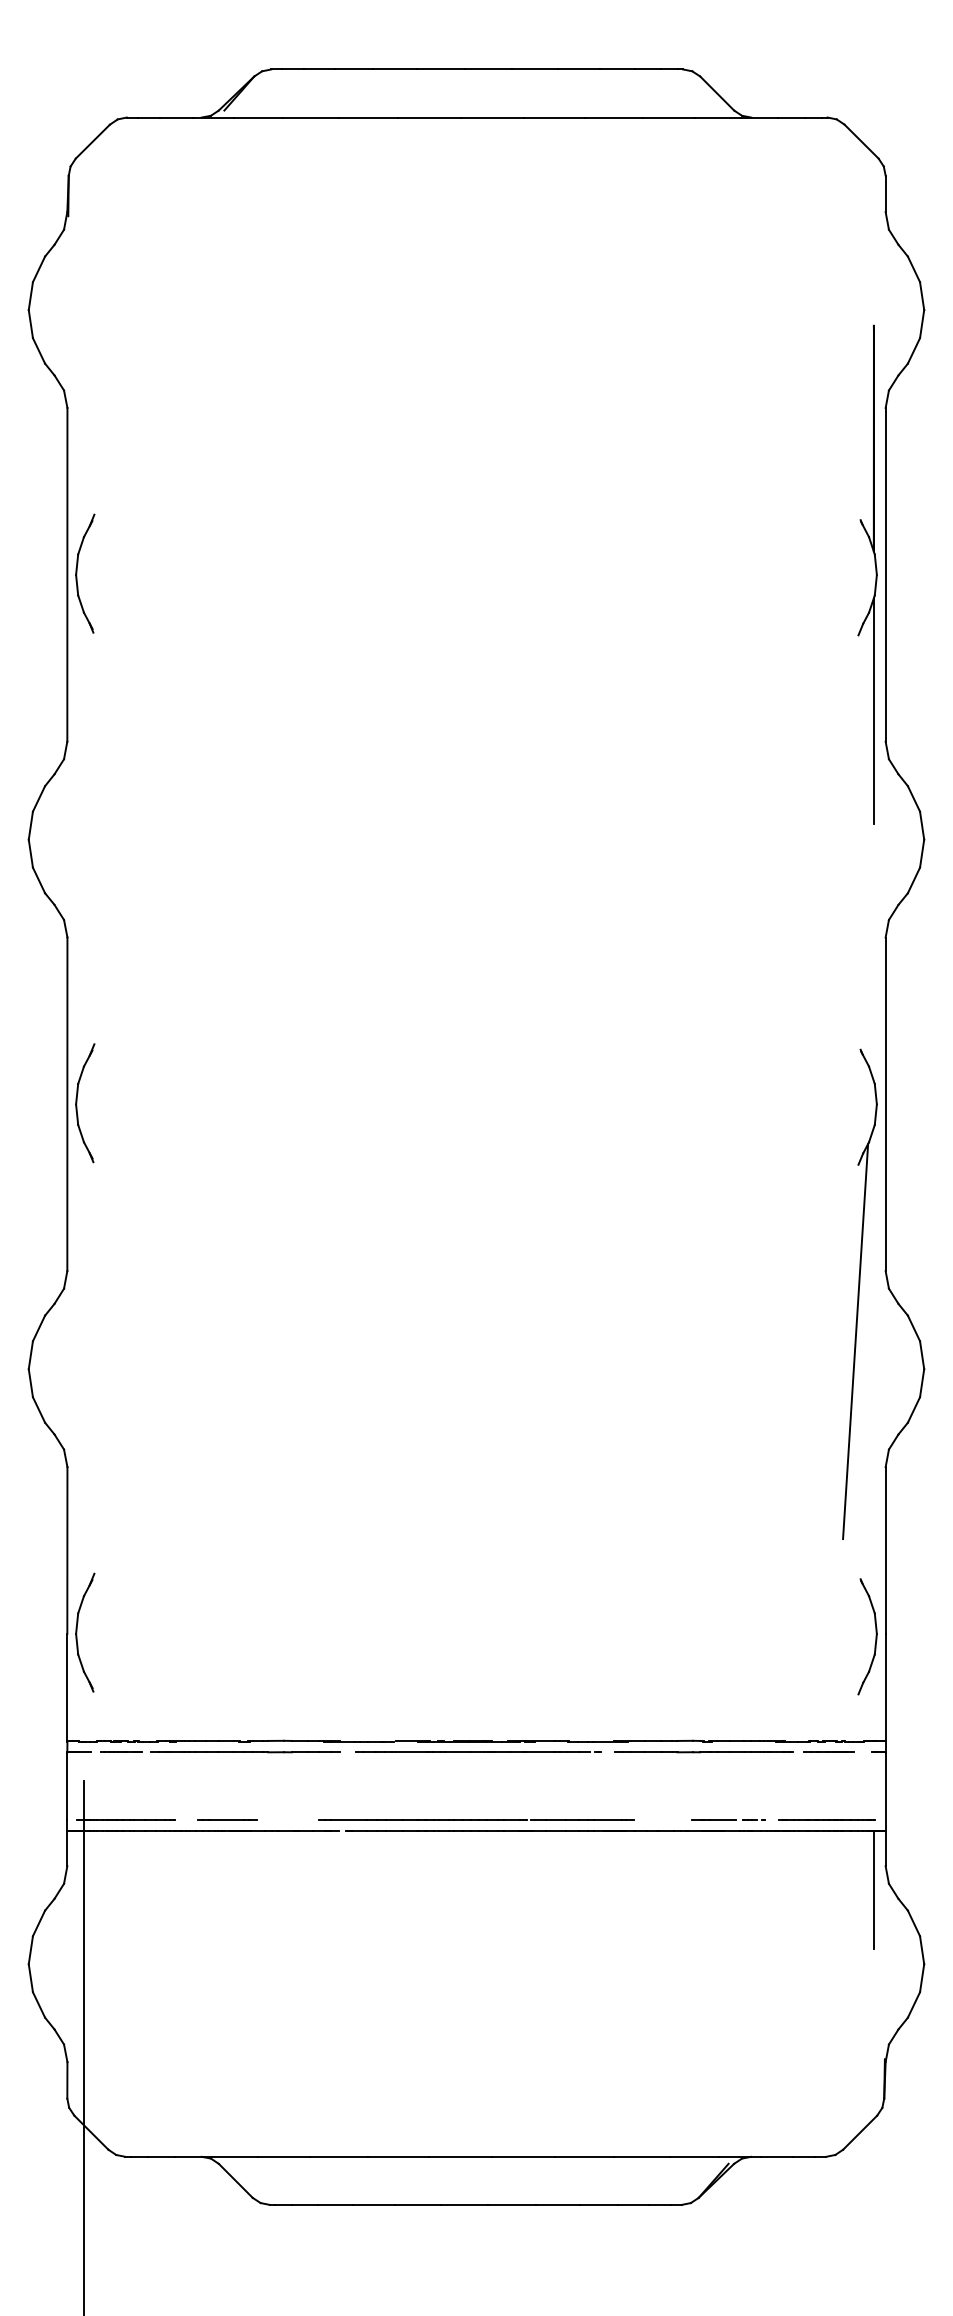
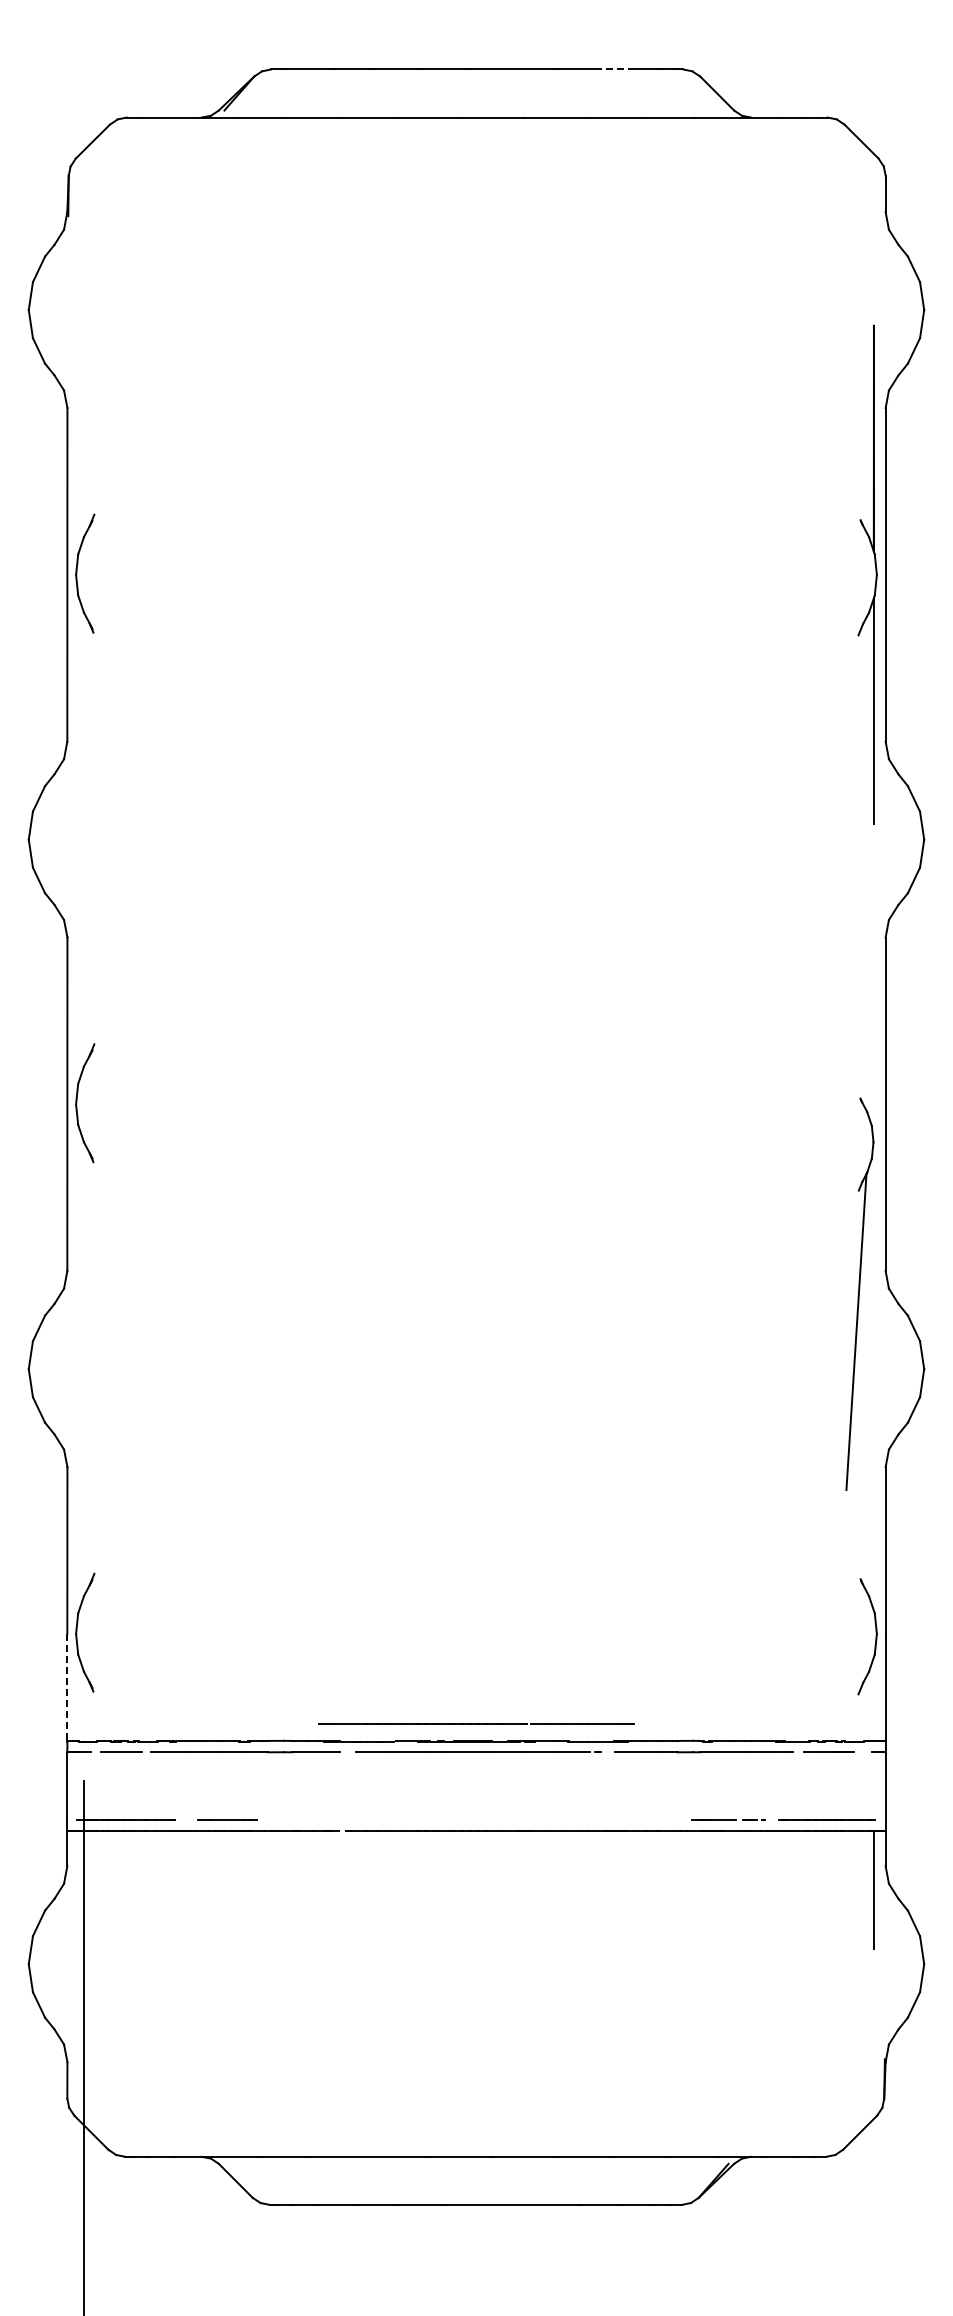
line at (616, 69): solid -> dashed
part at (859, 1293) size: 36x492 px -> 30x394 px
line at (67, 1687): solid -> dashed
line at (476, 1819) position: (476, 1819) -> (476, 1723)
